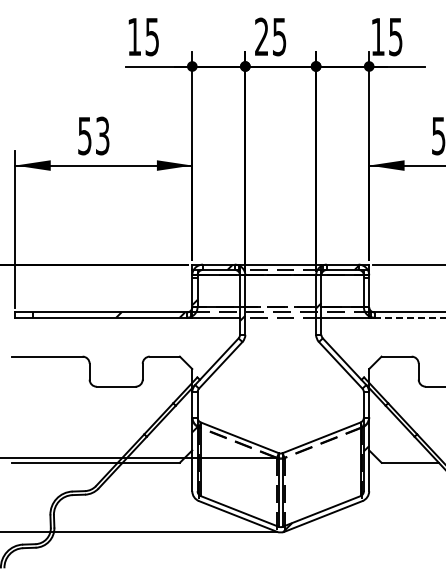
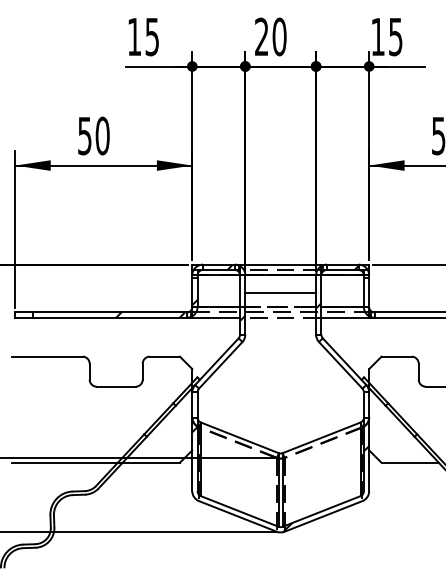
text at (279, 36): 25 -> 20
text at (102, 135): 53 -> 50
line at (280, 292): none -> present
line at (409, 317): dashed -> solid
